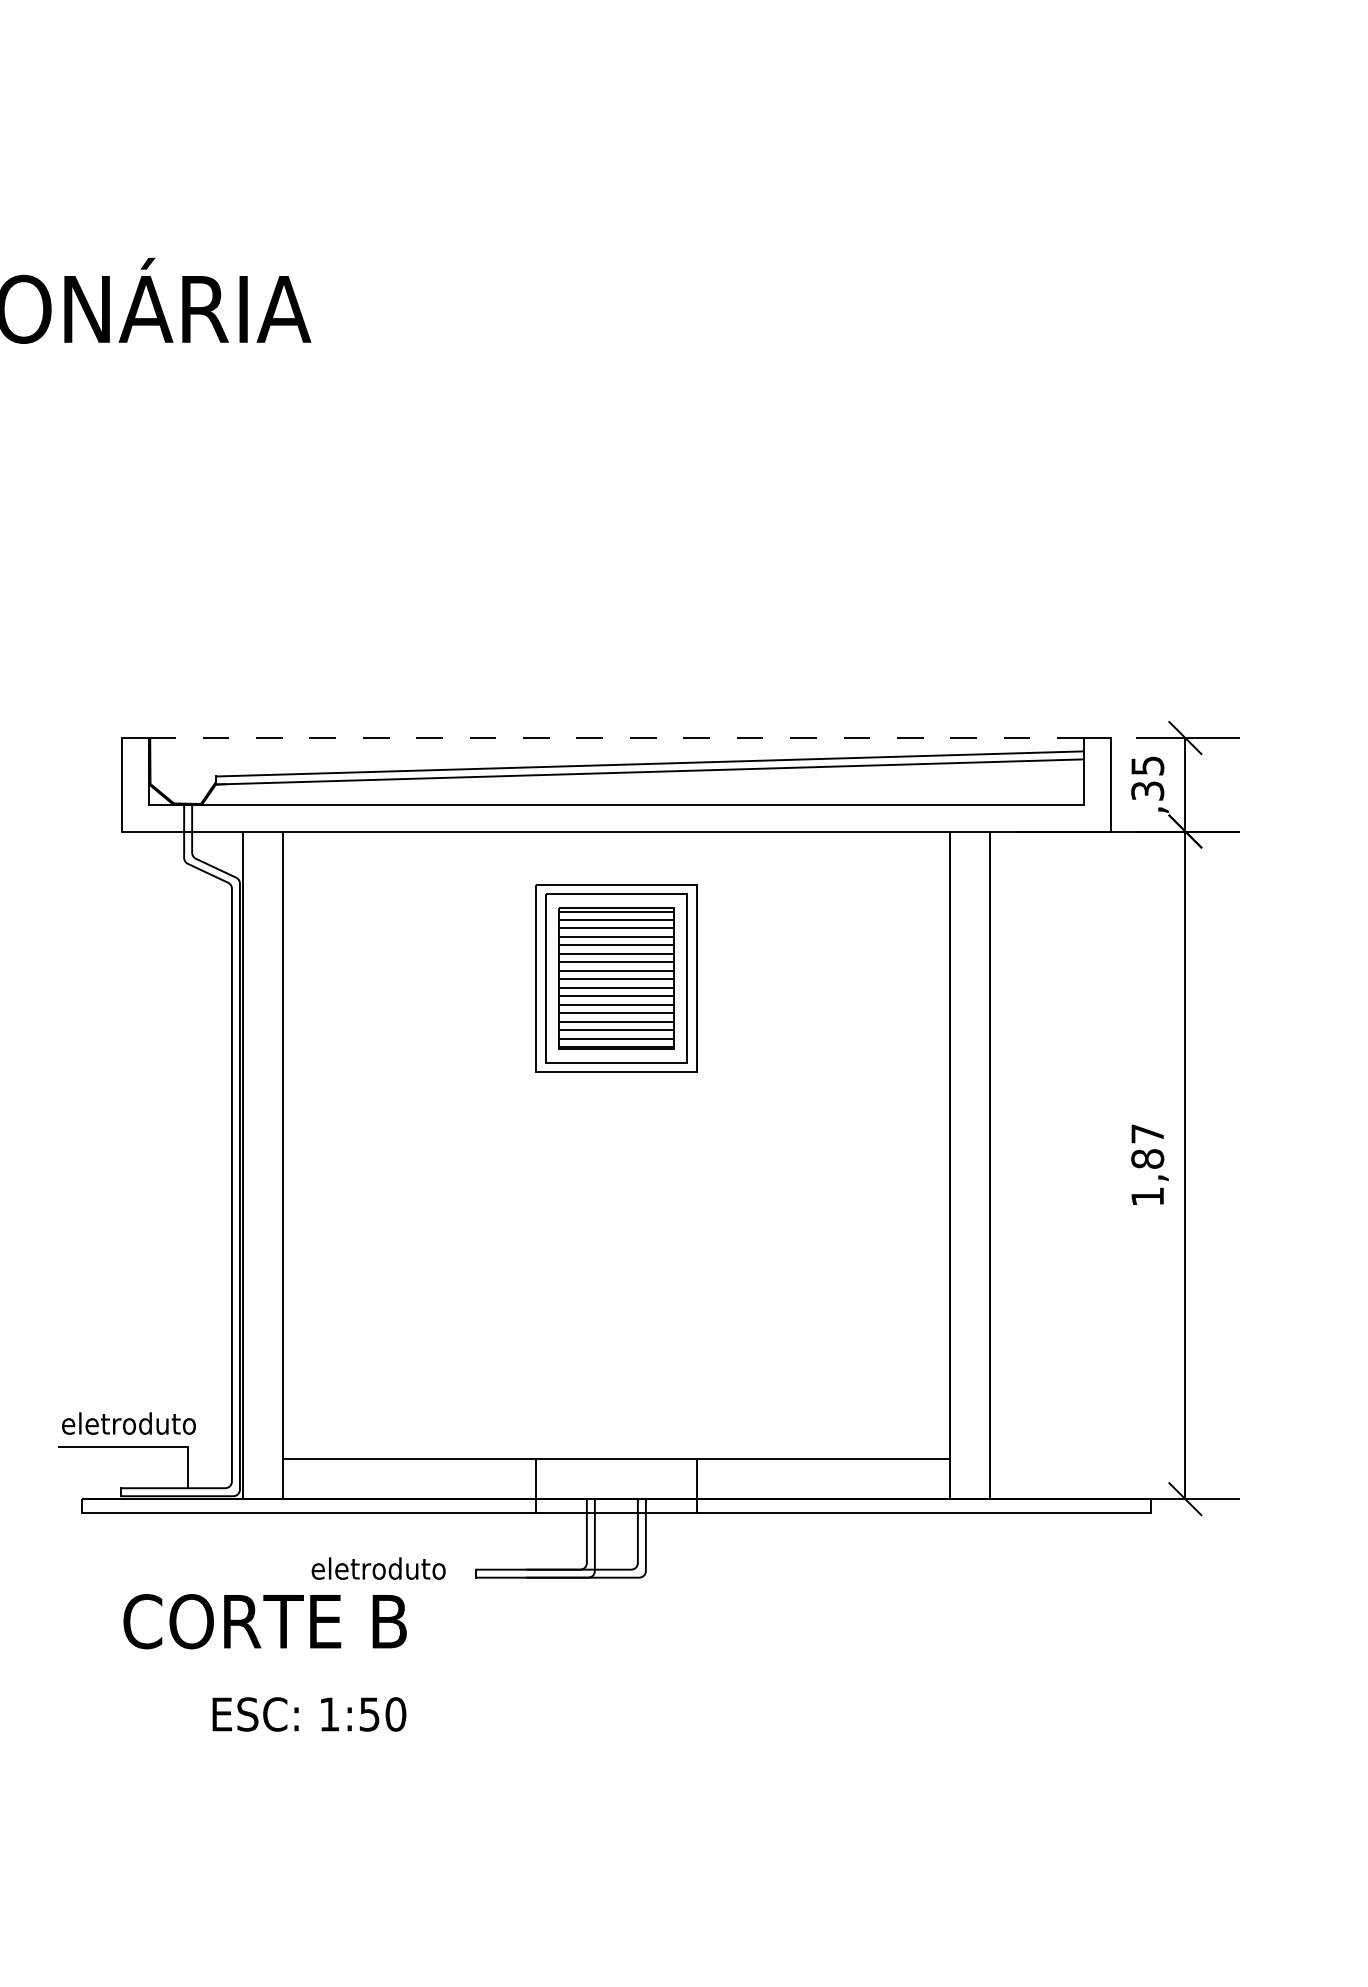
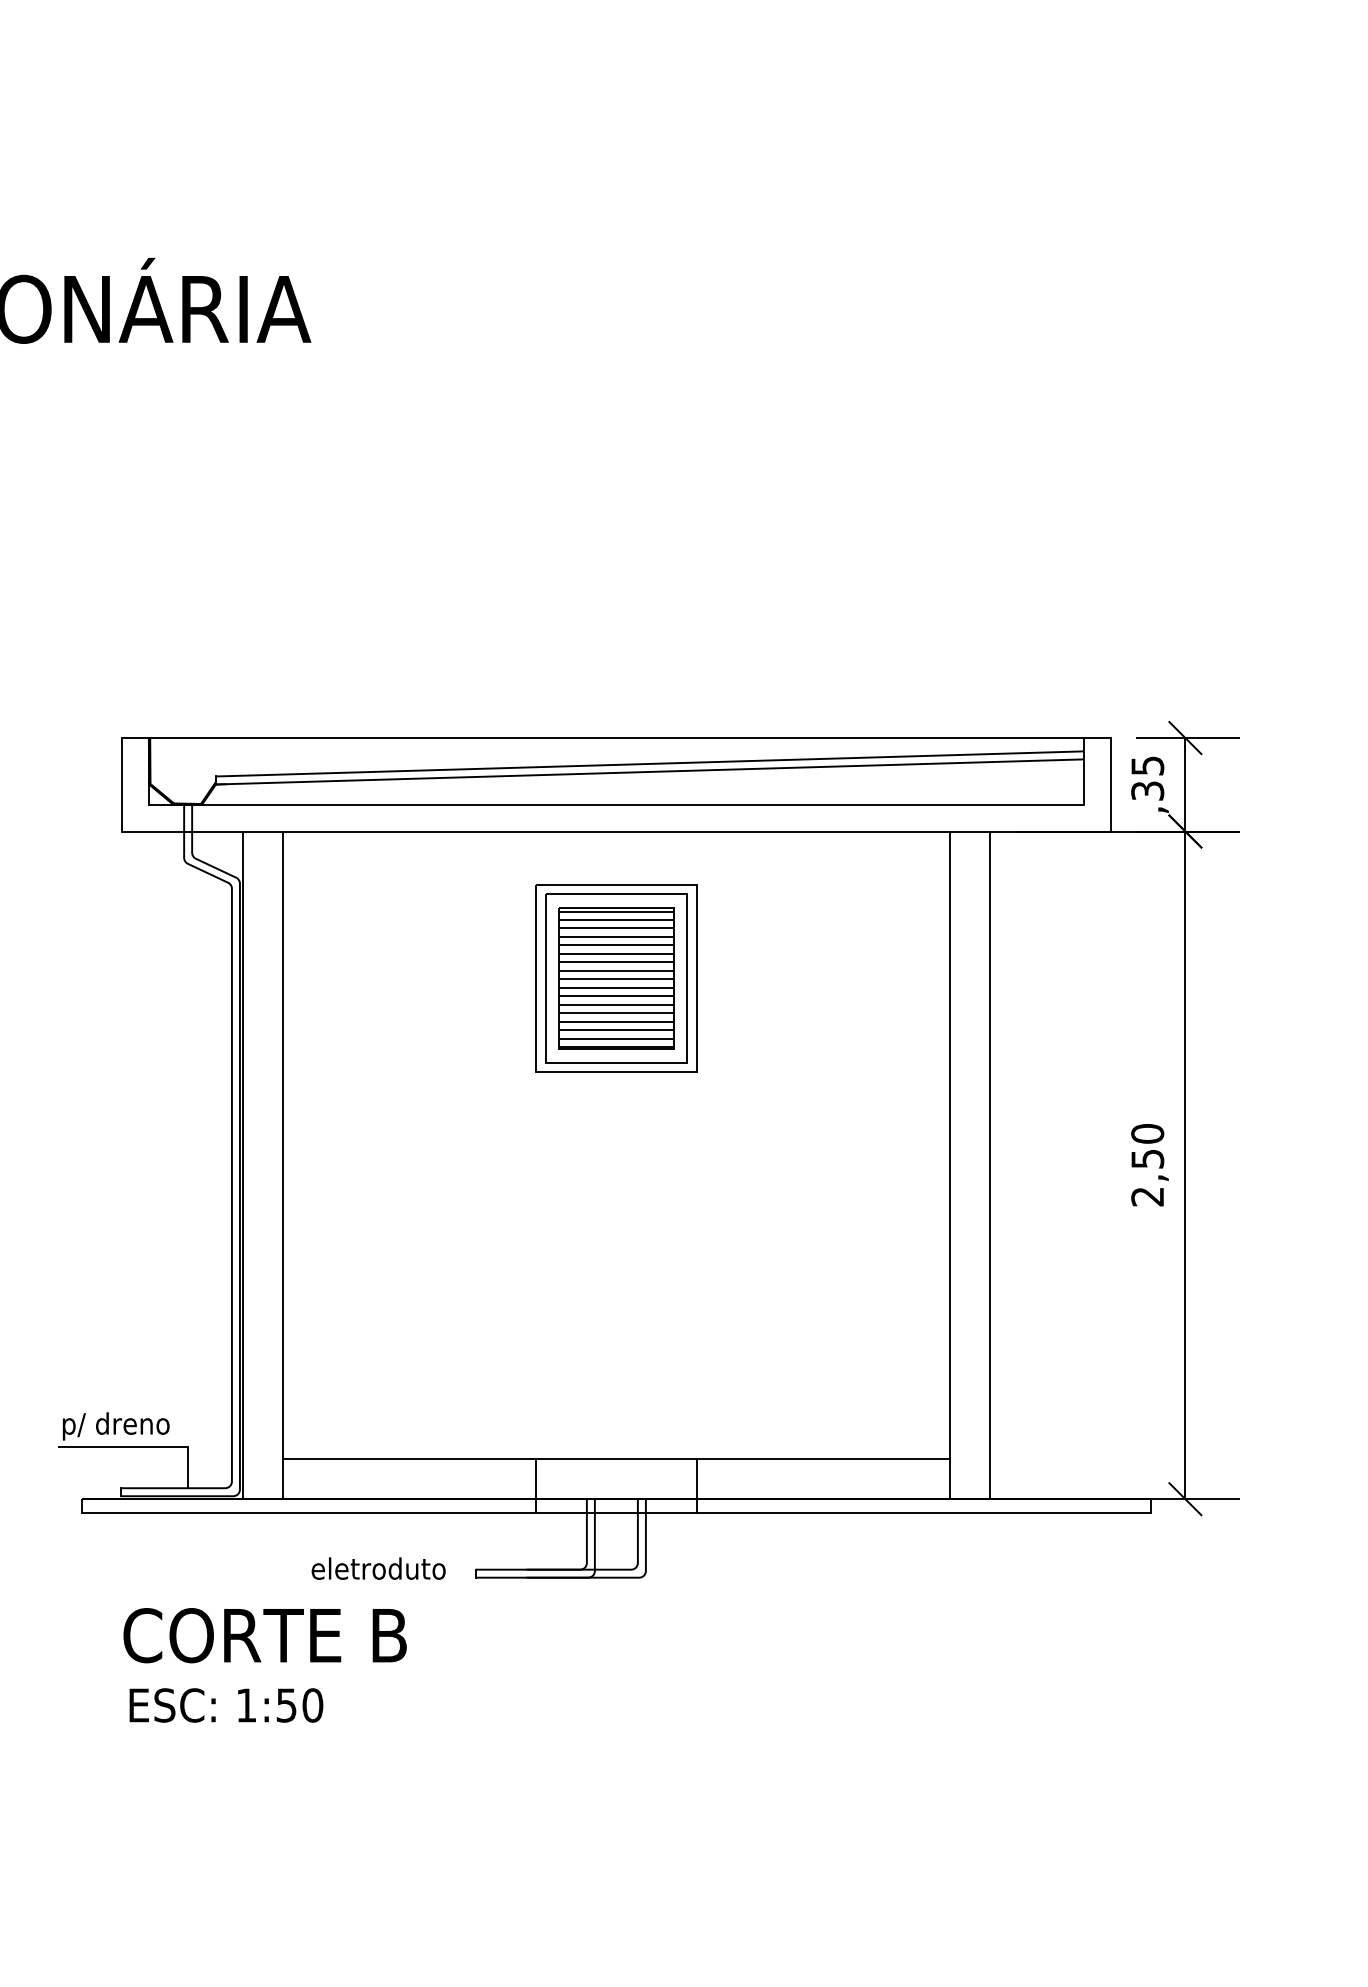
line at (617, 738): dashed -> solid
text at (1147, 1165): 1,87 -> 2,50
text at (128, 1426): eletroduto -> p/ dreno
text at (264, 1621) position: (264, 1621) -> (264, 1635)
text at (309, 1714) position: (309, 1714) -> (226, 1705)
